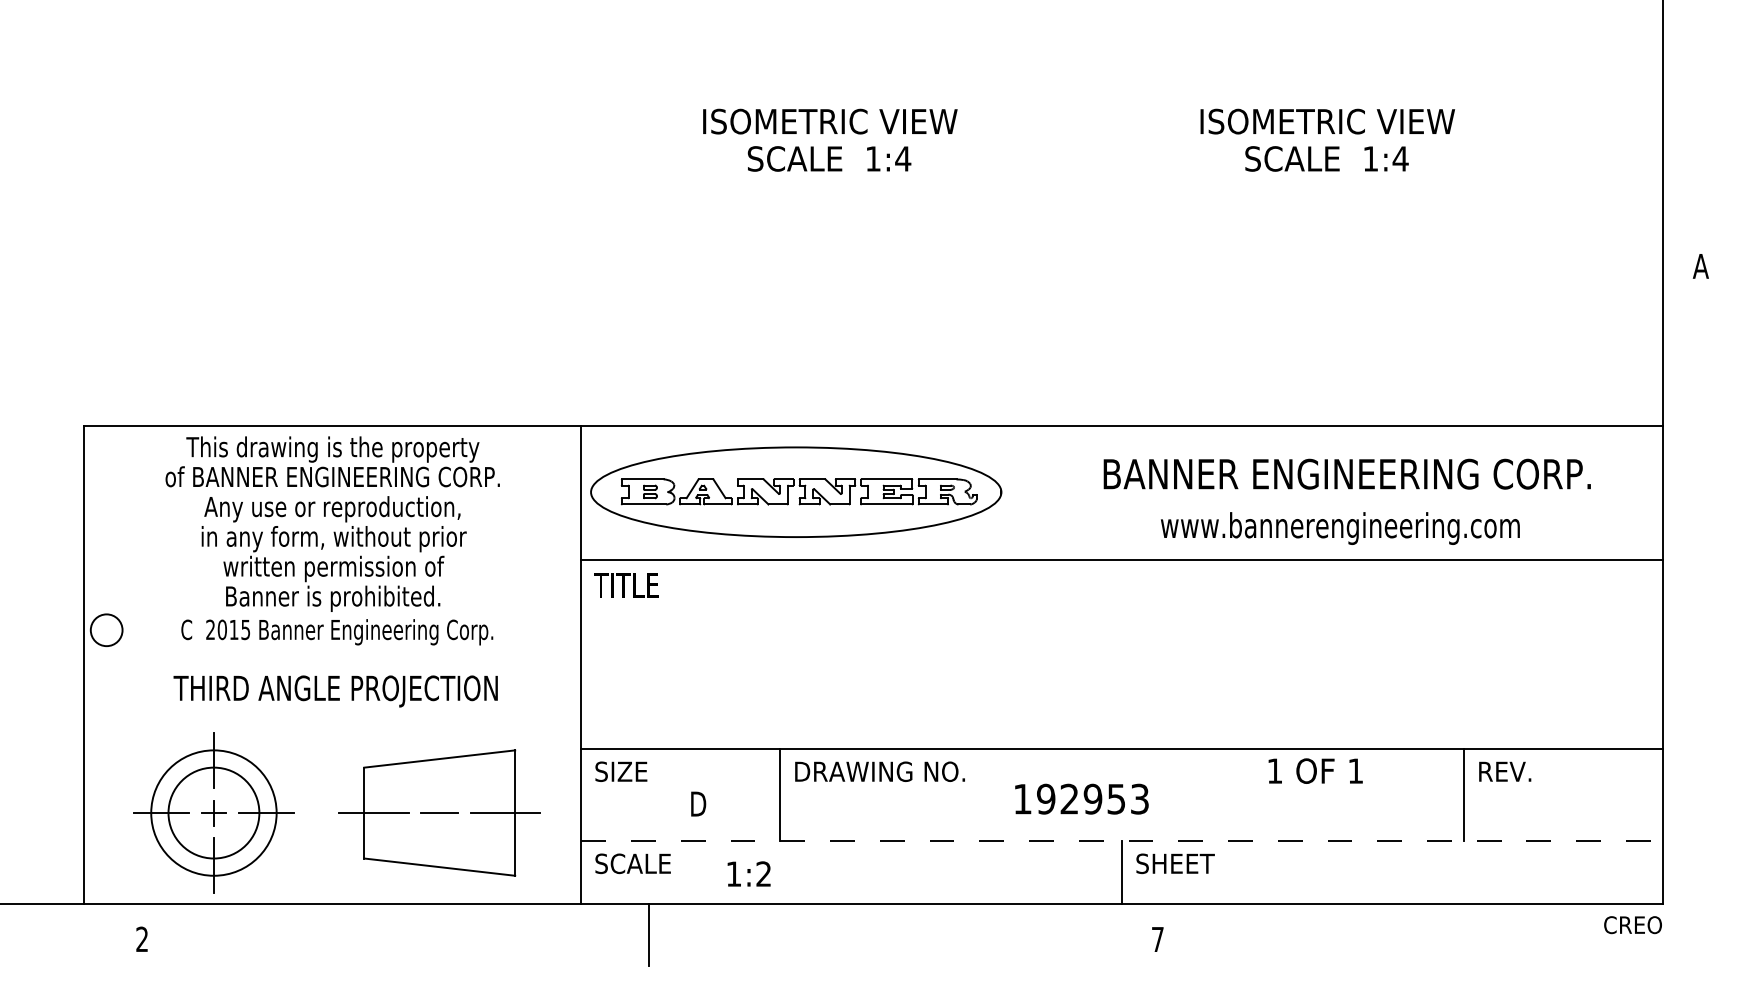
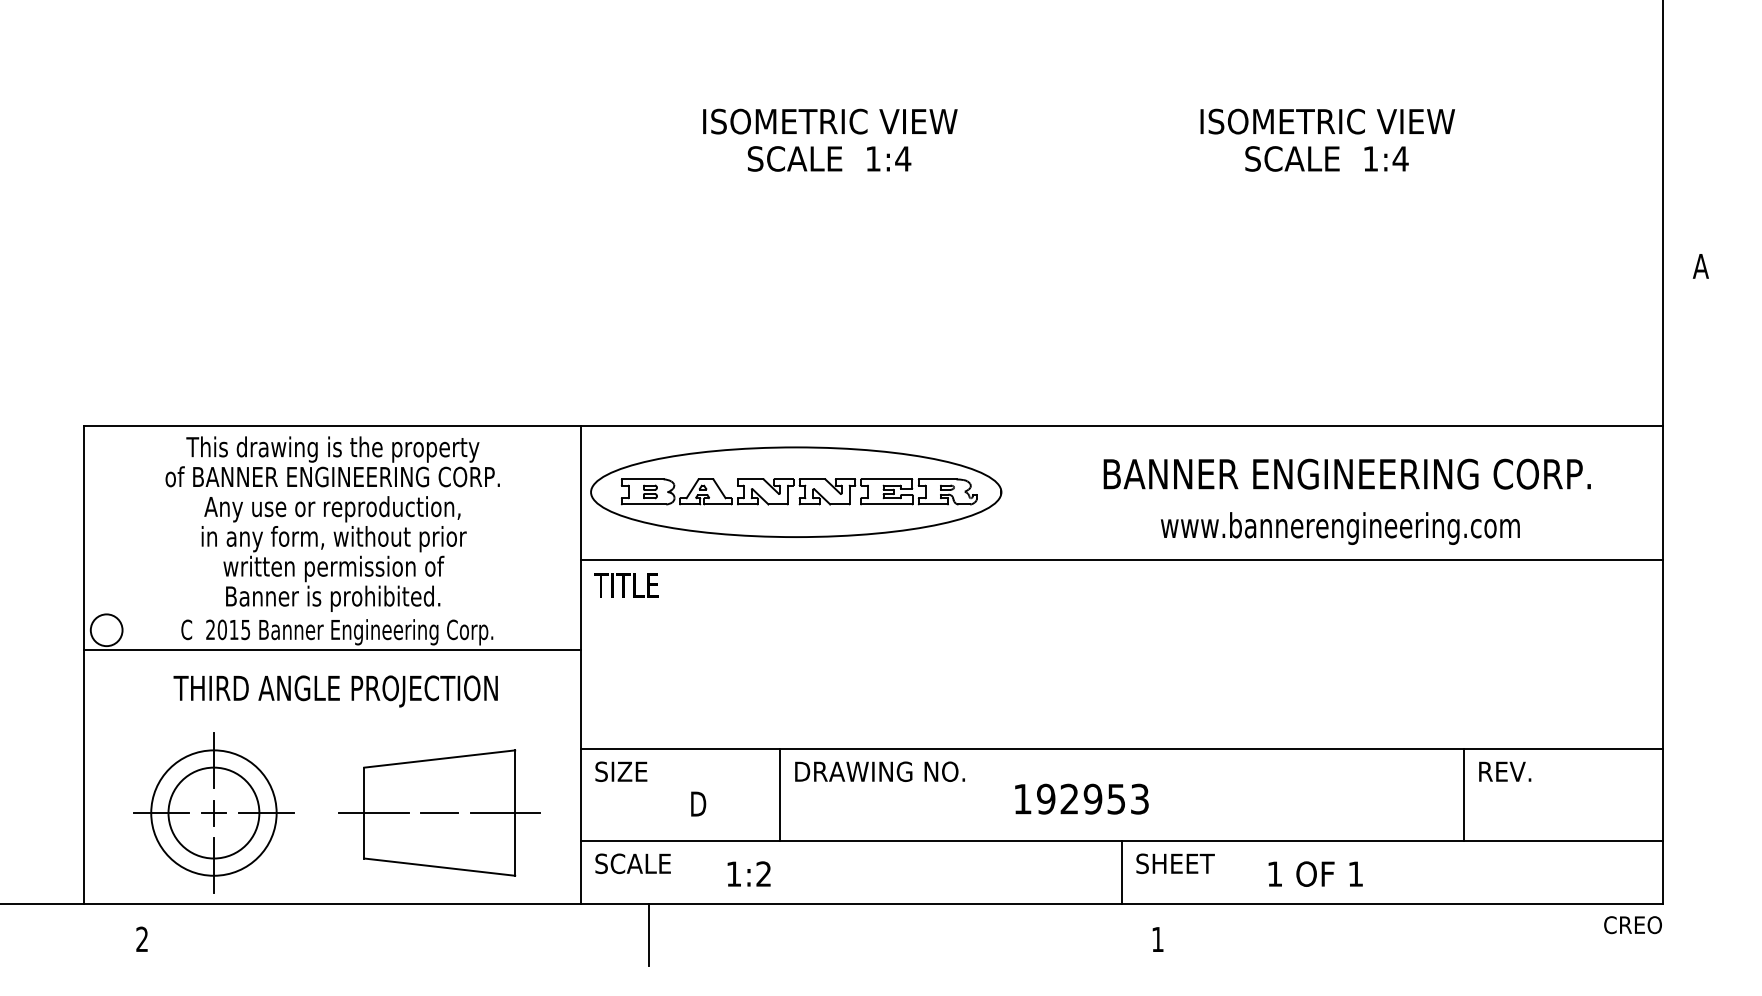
line at (332, 649): none -> present
text at (1315, 770) position: (1315, 770) -> (1315, 873)
line at (1122, 841): dashed -> solid
text at (1157, 939): 7 -> 1
